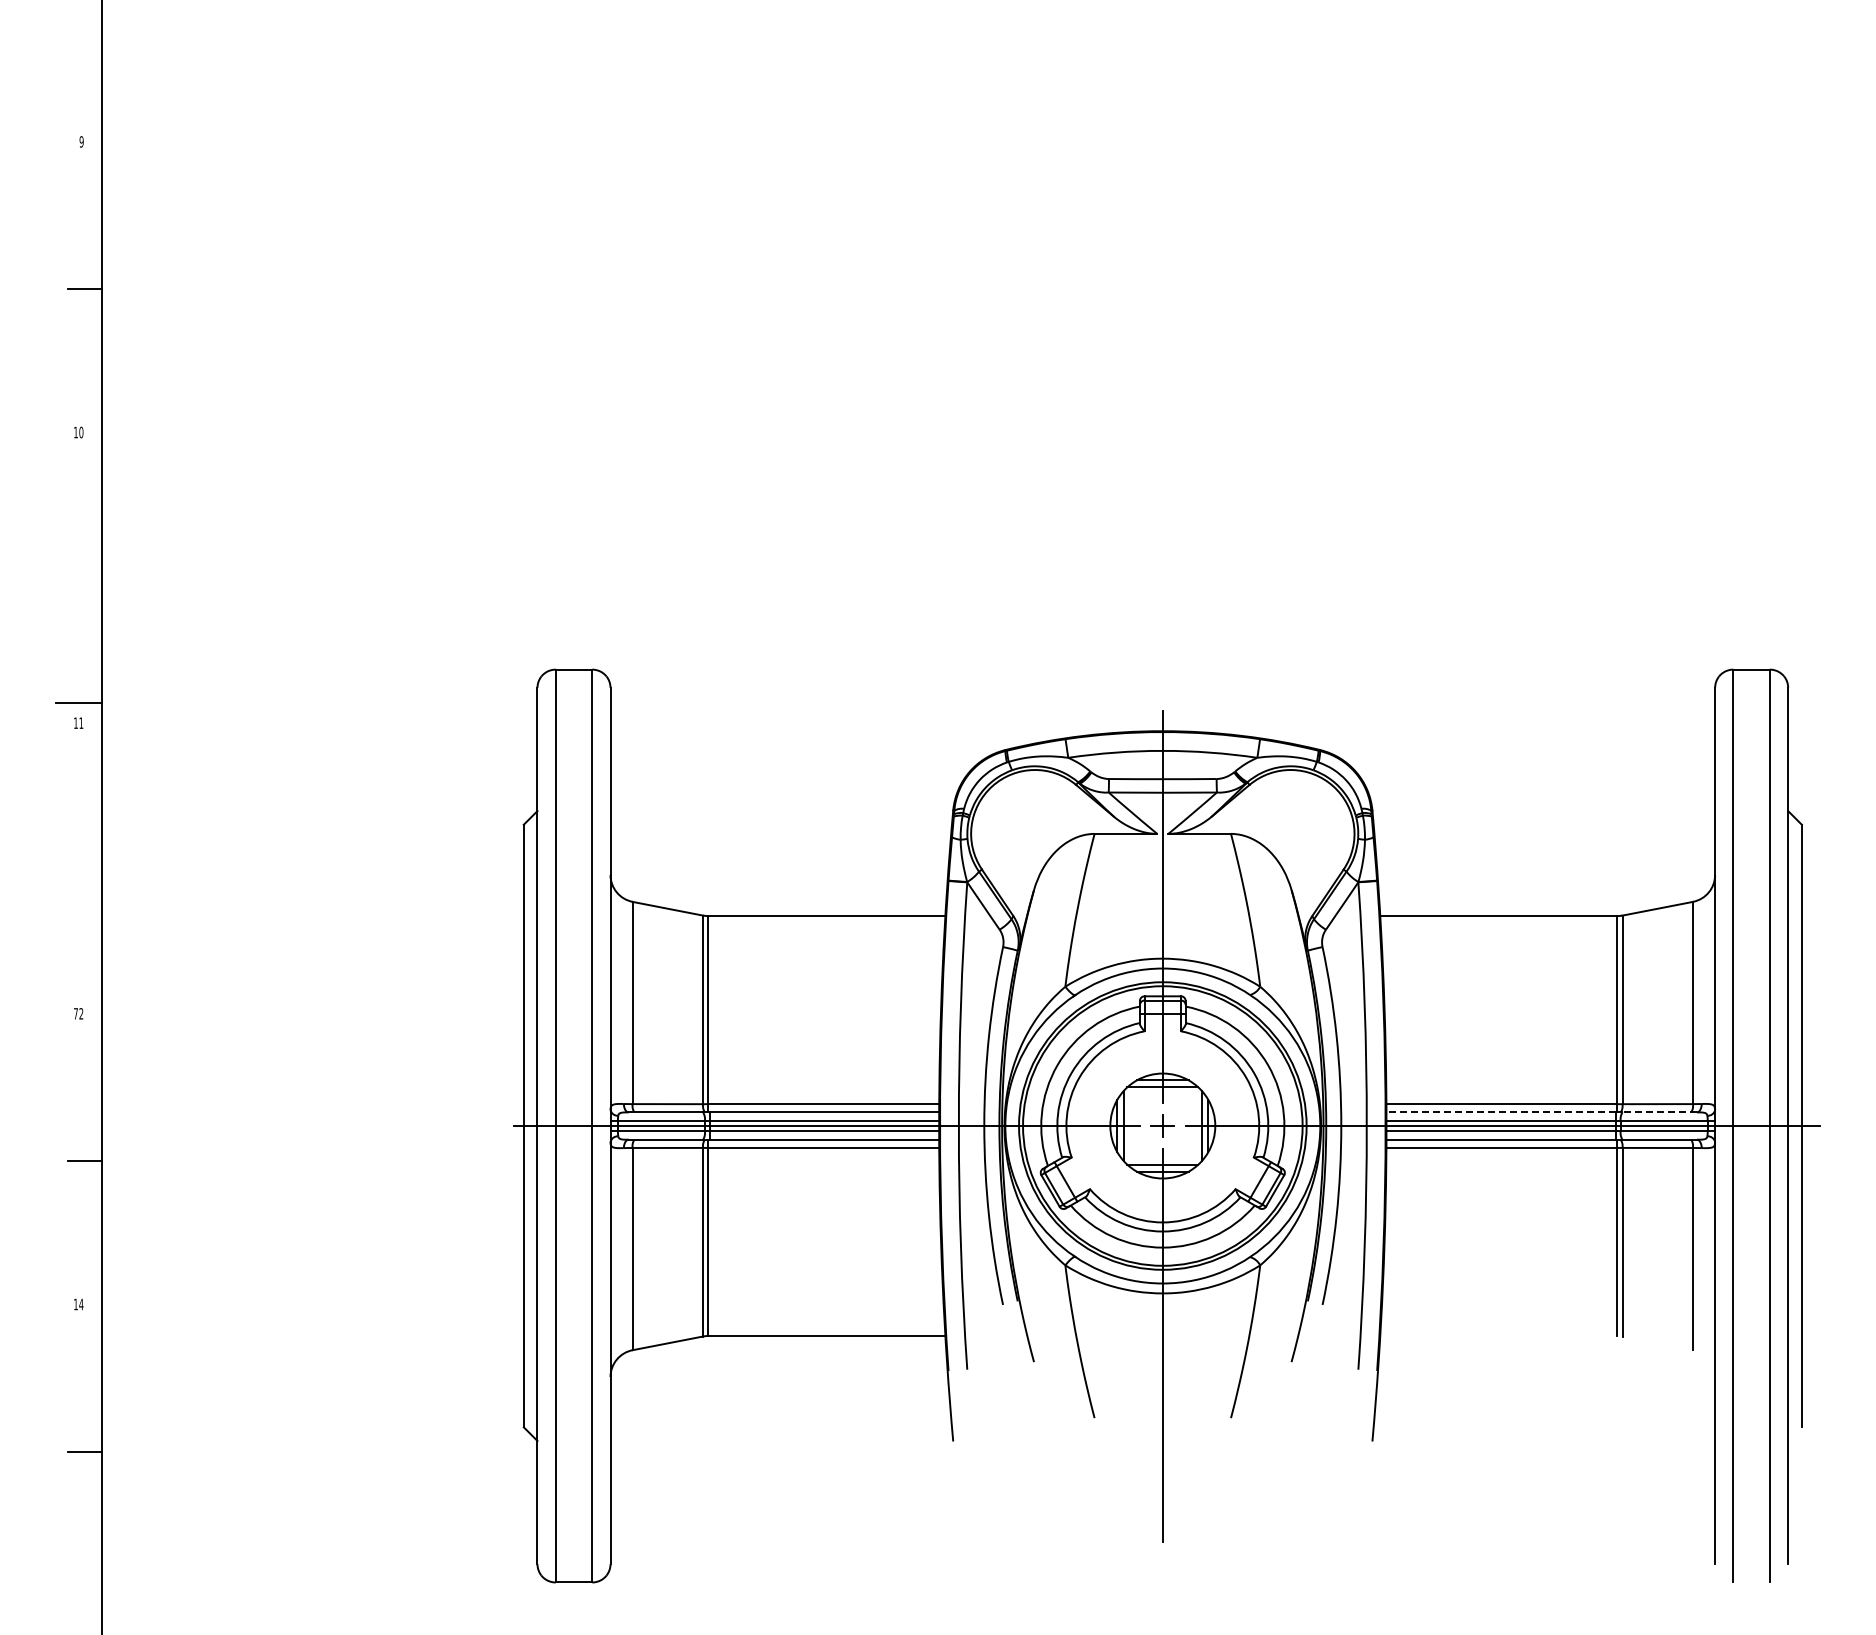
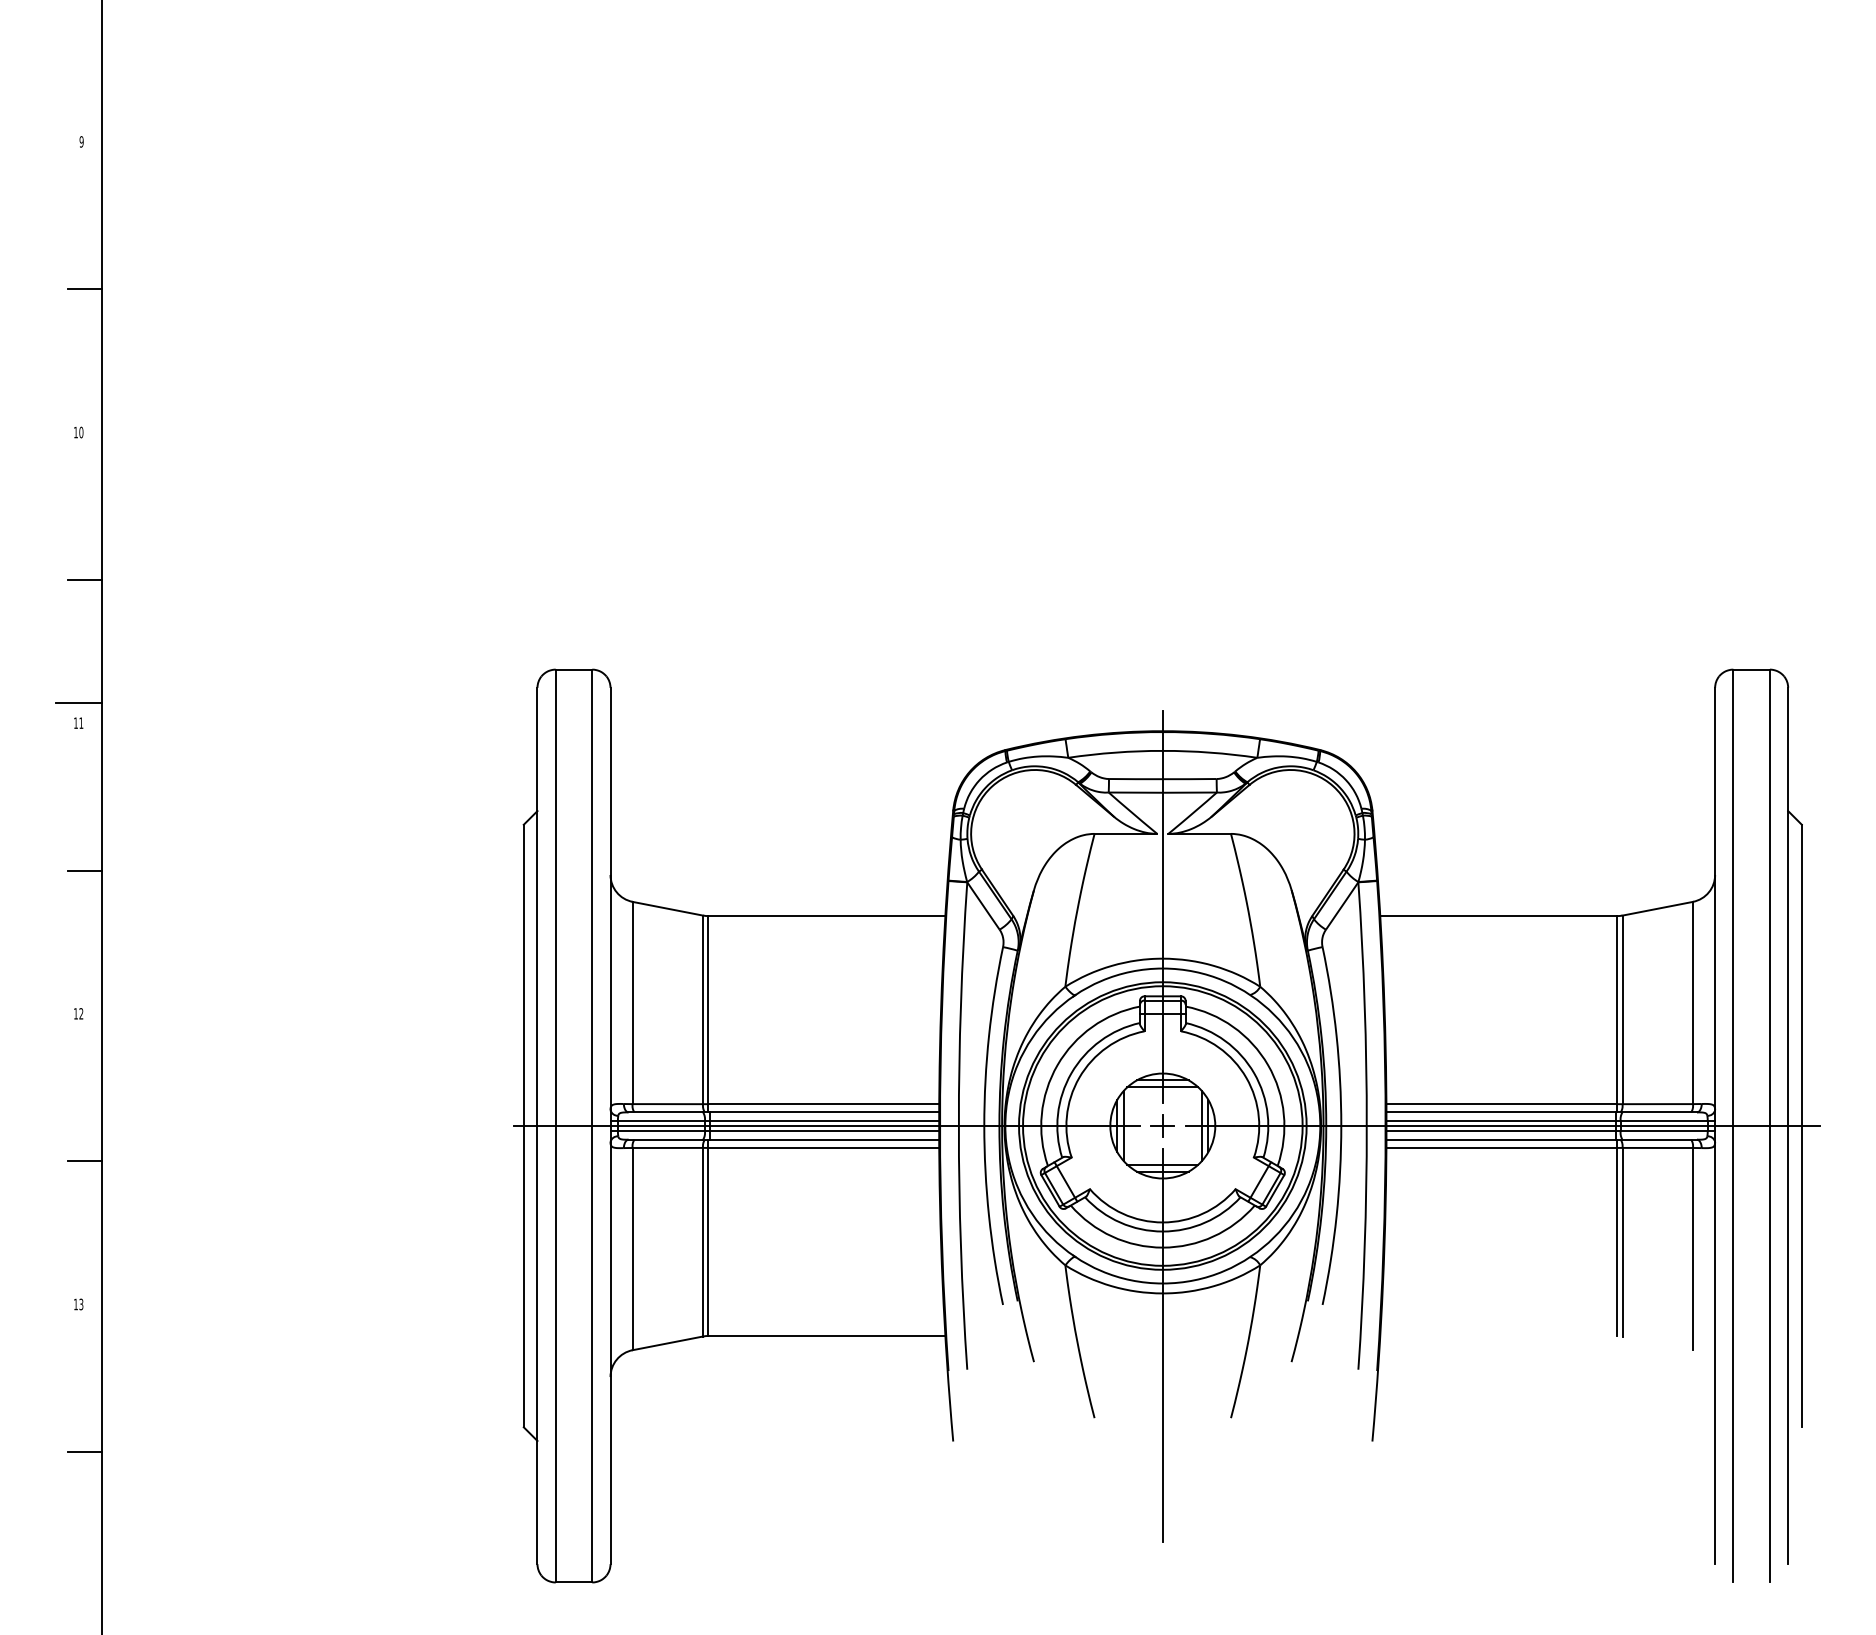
line at (84, 580): none -> present
line at (84, 870): none -> present
text at (75, 1013): 72 -> 12
line at (1500, 1112): dashed -> solid
line at (1659, 1112): dashed -> solid
text at (81, 1304): 14 -> 13
